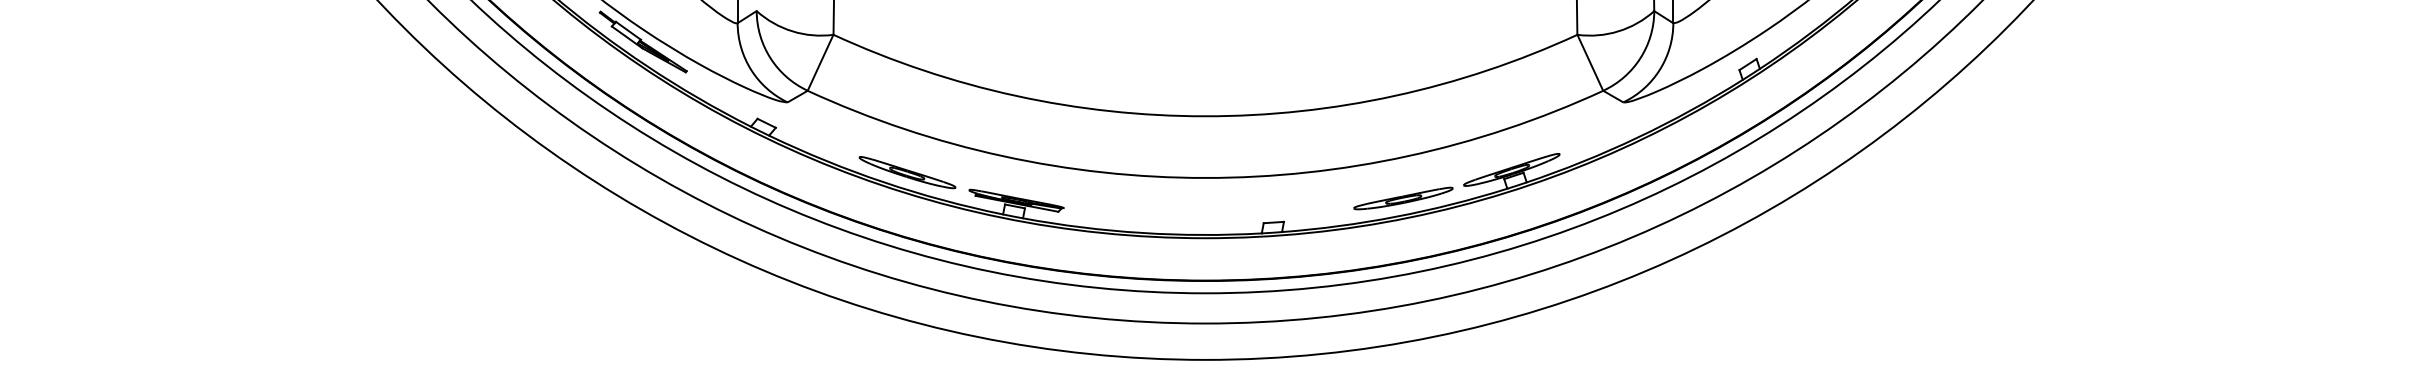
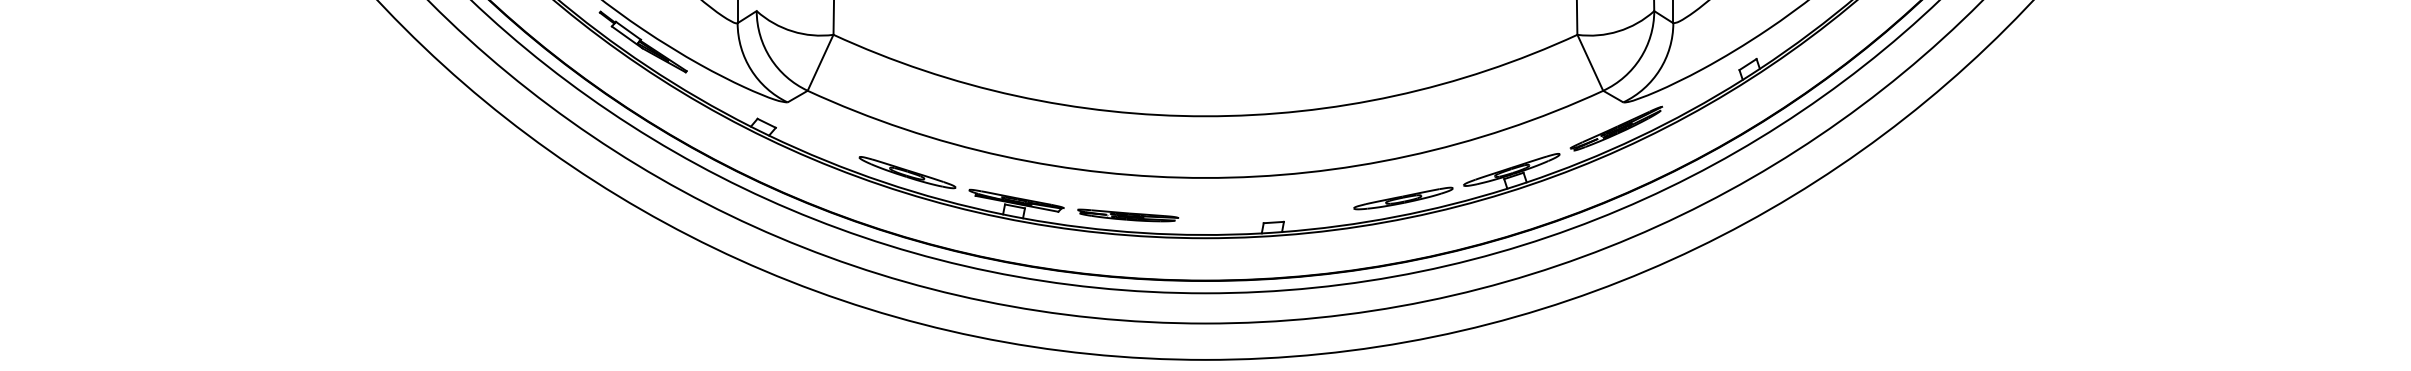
part at (1616, 128): none -> present
part at (1128, 215): none -> present
